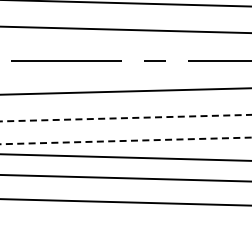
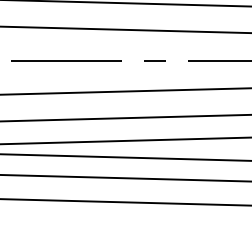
line at (126, 118): dashed -> solid
line at (126, 140): dashed -> solid
